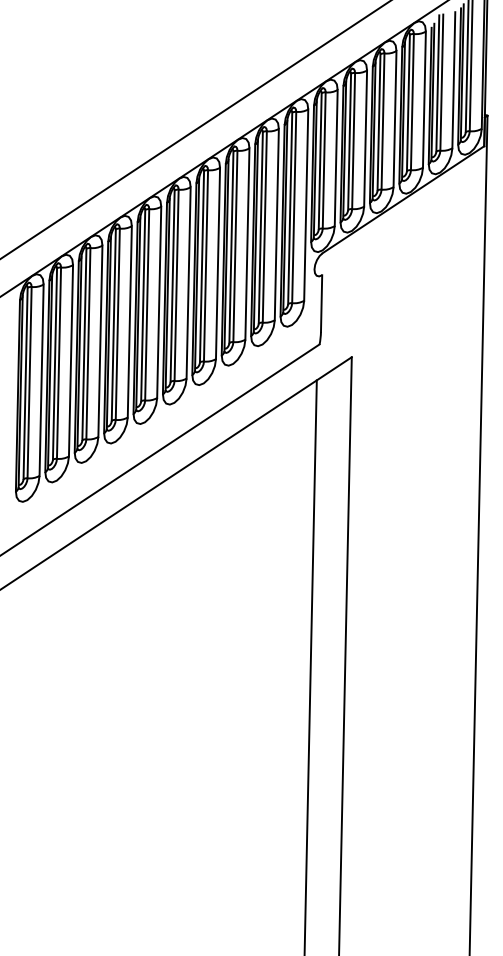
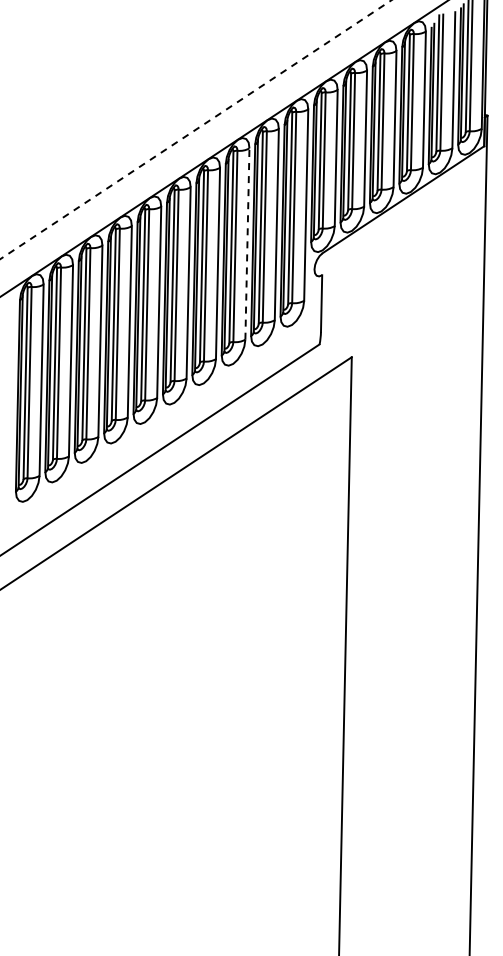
line at (196, 129): solid -> dashed
line at (247, 244): solid -> dashed
line at (310, 666): present -> none
